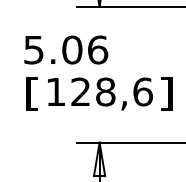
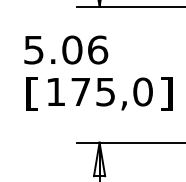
text at (111, 91): 128,6 -> 175,0
